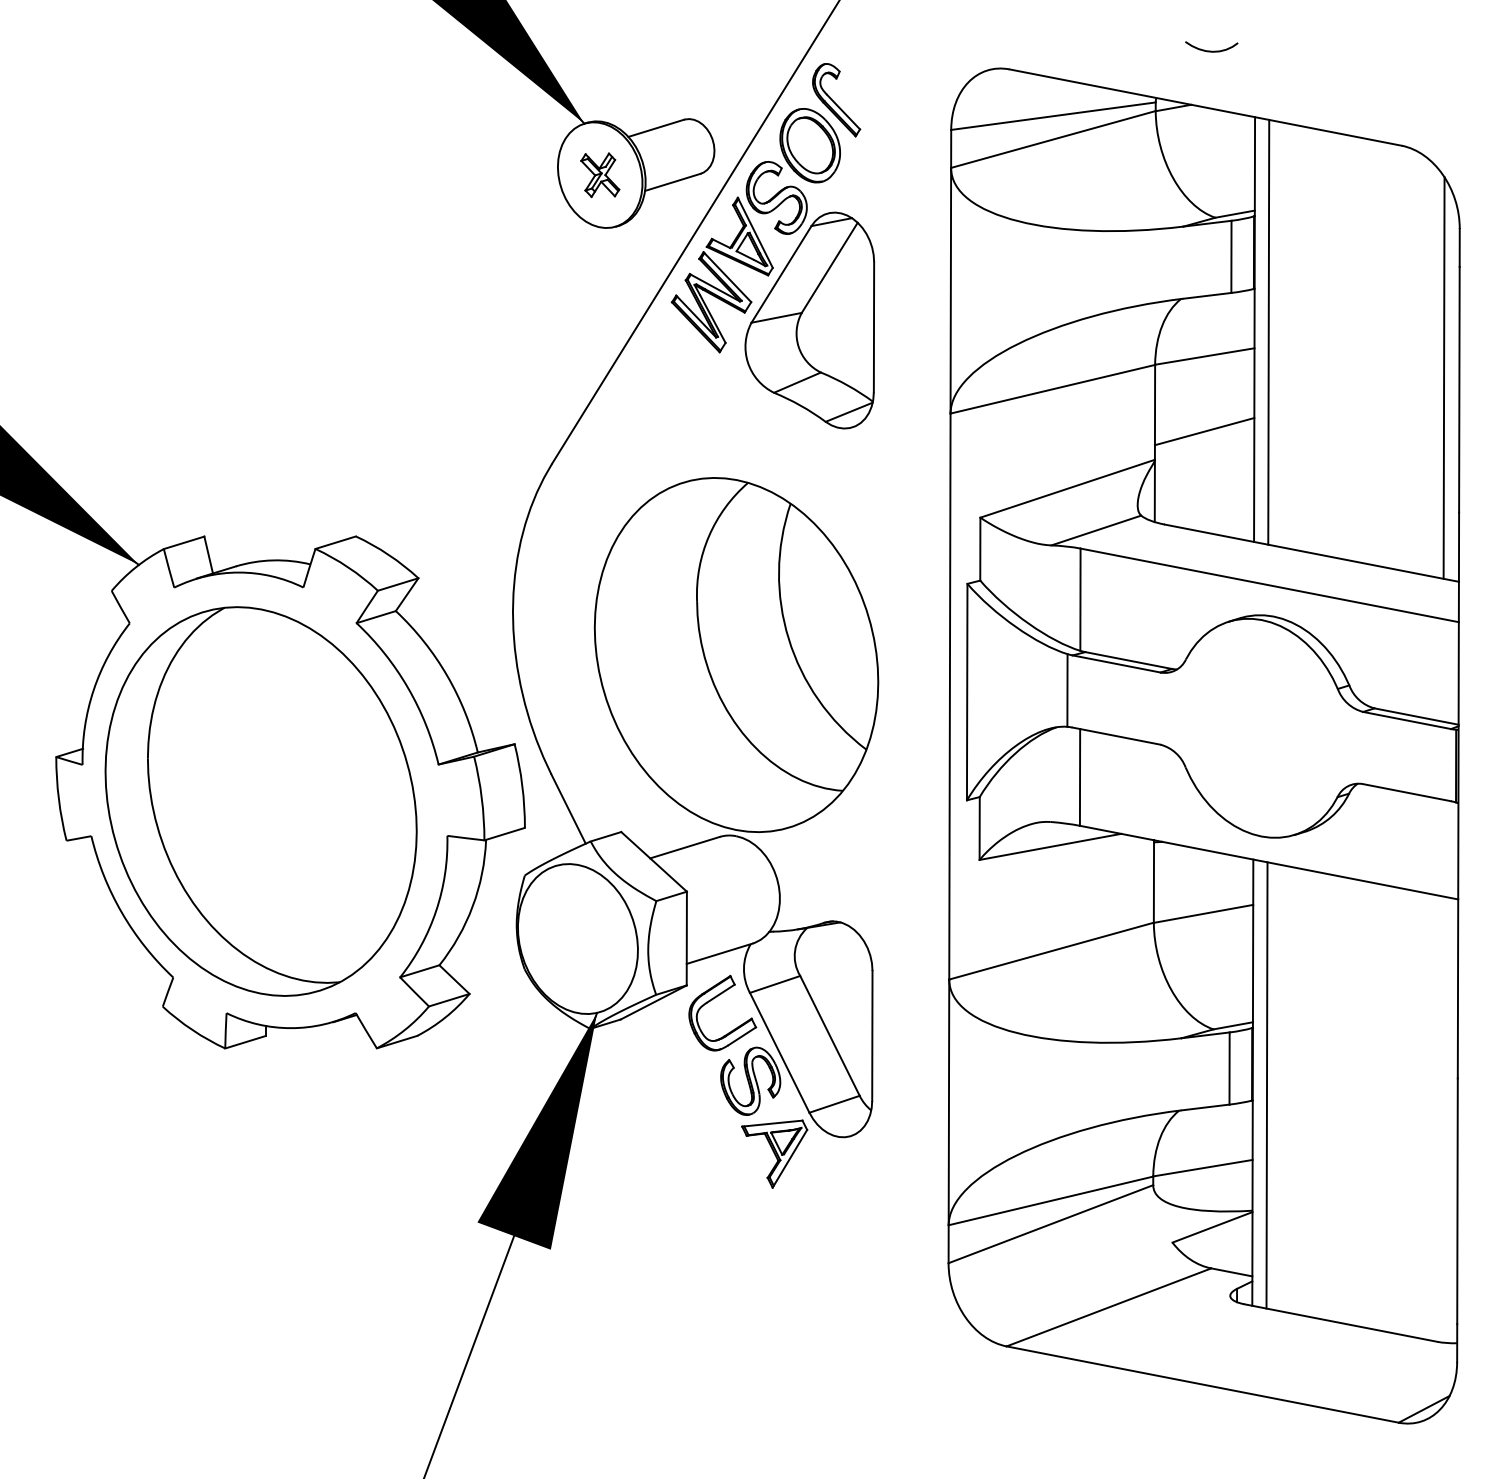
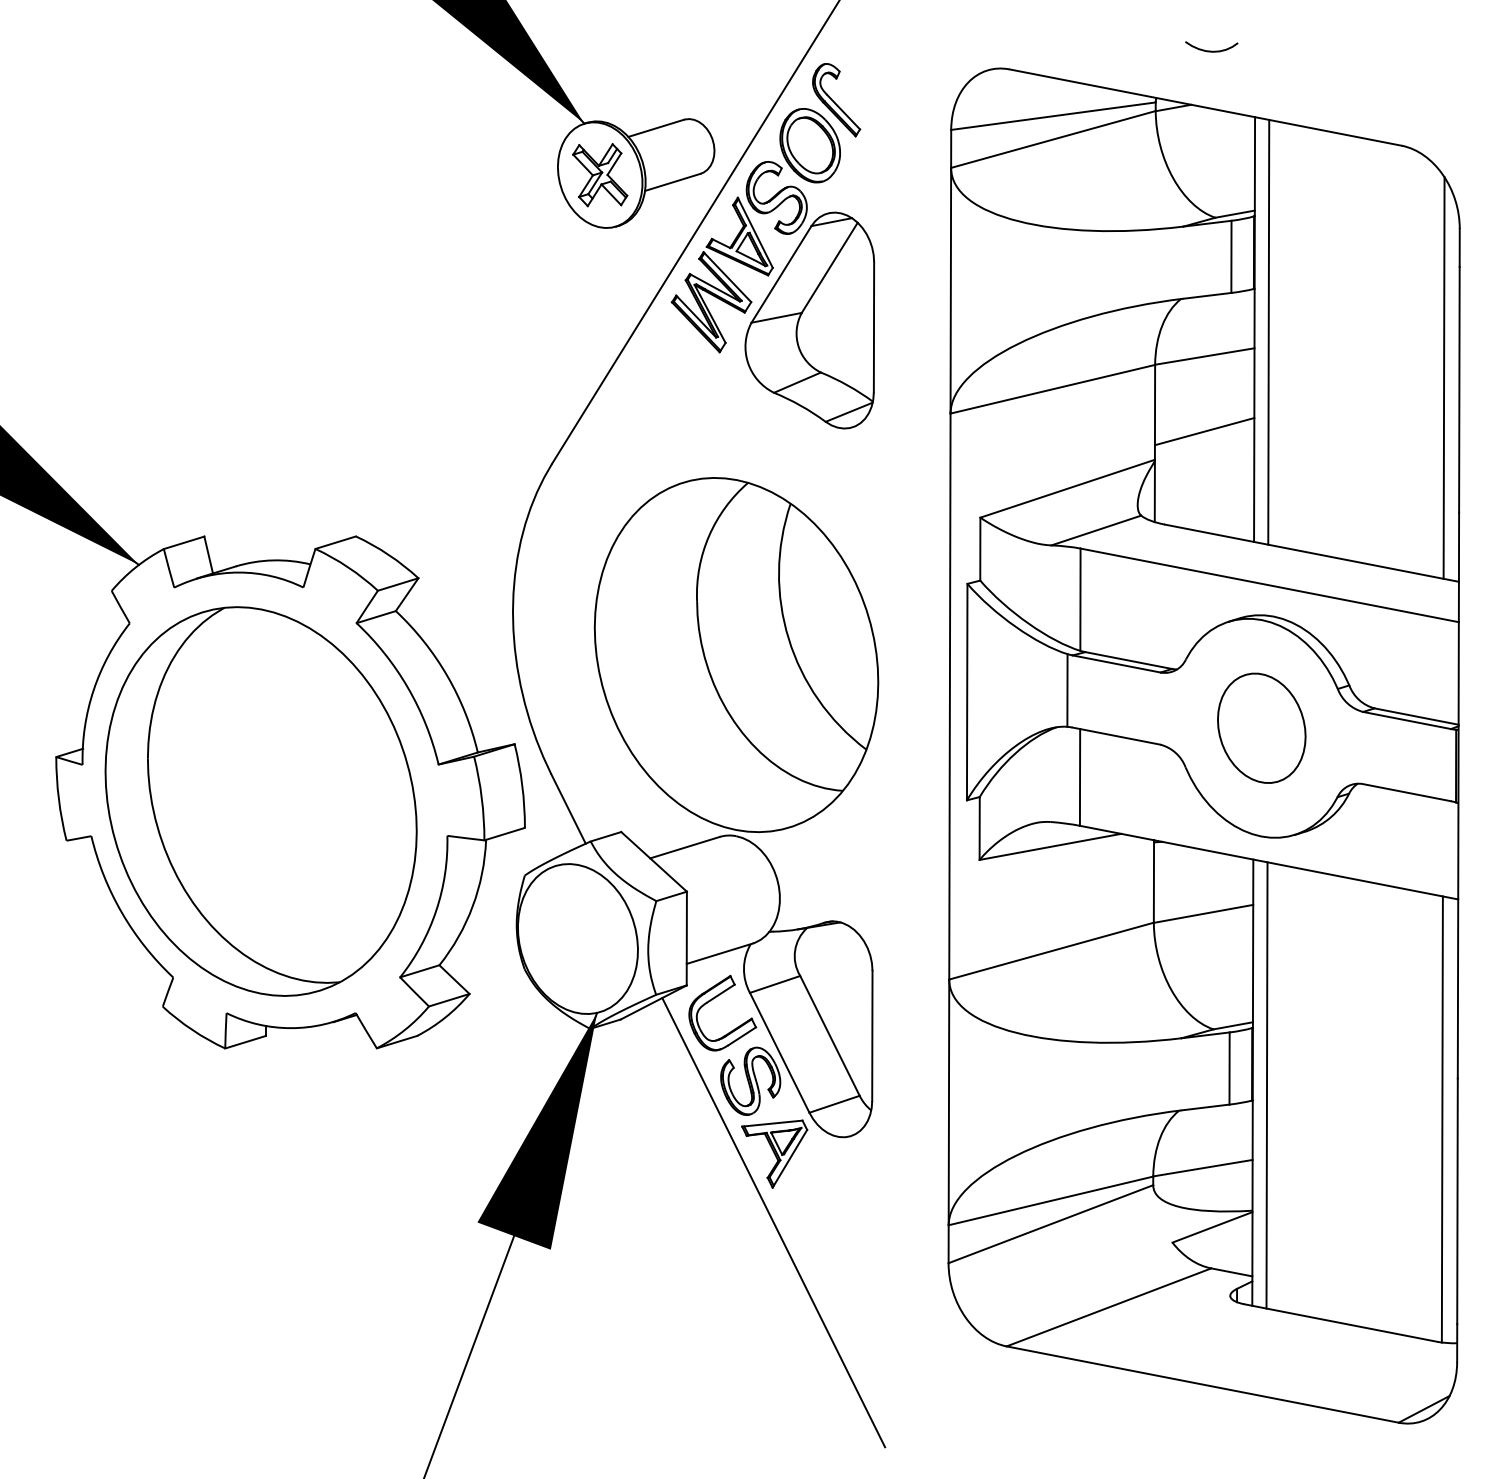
part at (600, 175) size: 41x47 px -> 57x65 px
part at (1261, 727): none -> present
line at (1441, 1119): none -> present
line at (773, 1222): none -> present
